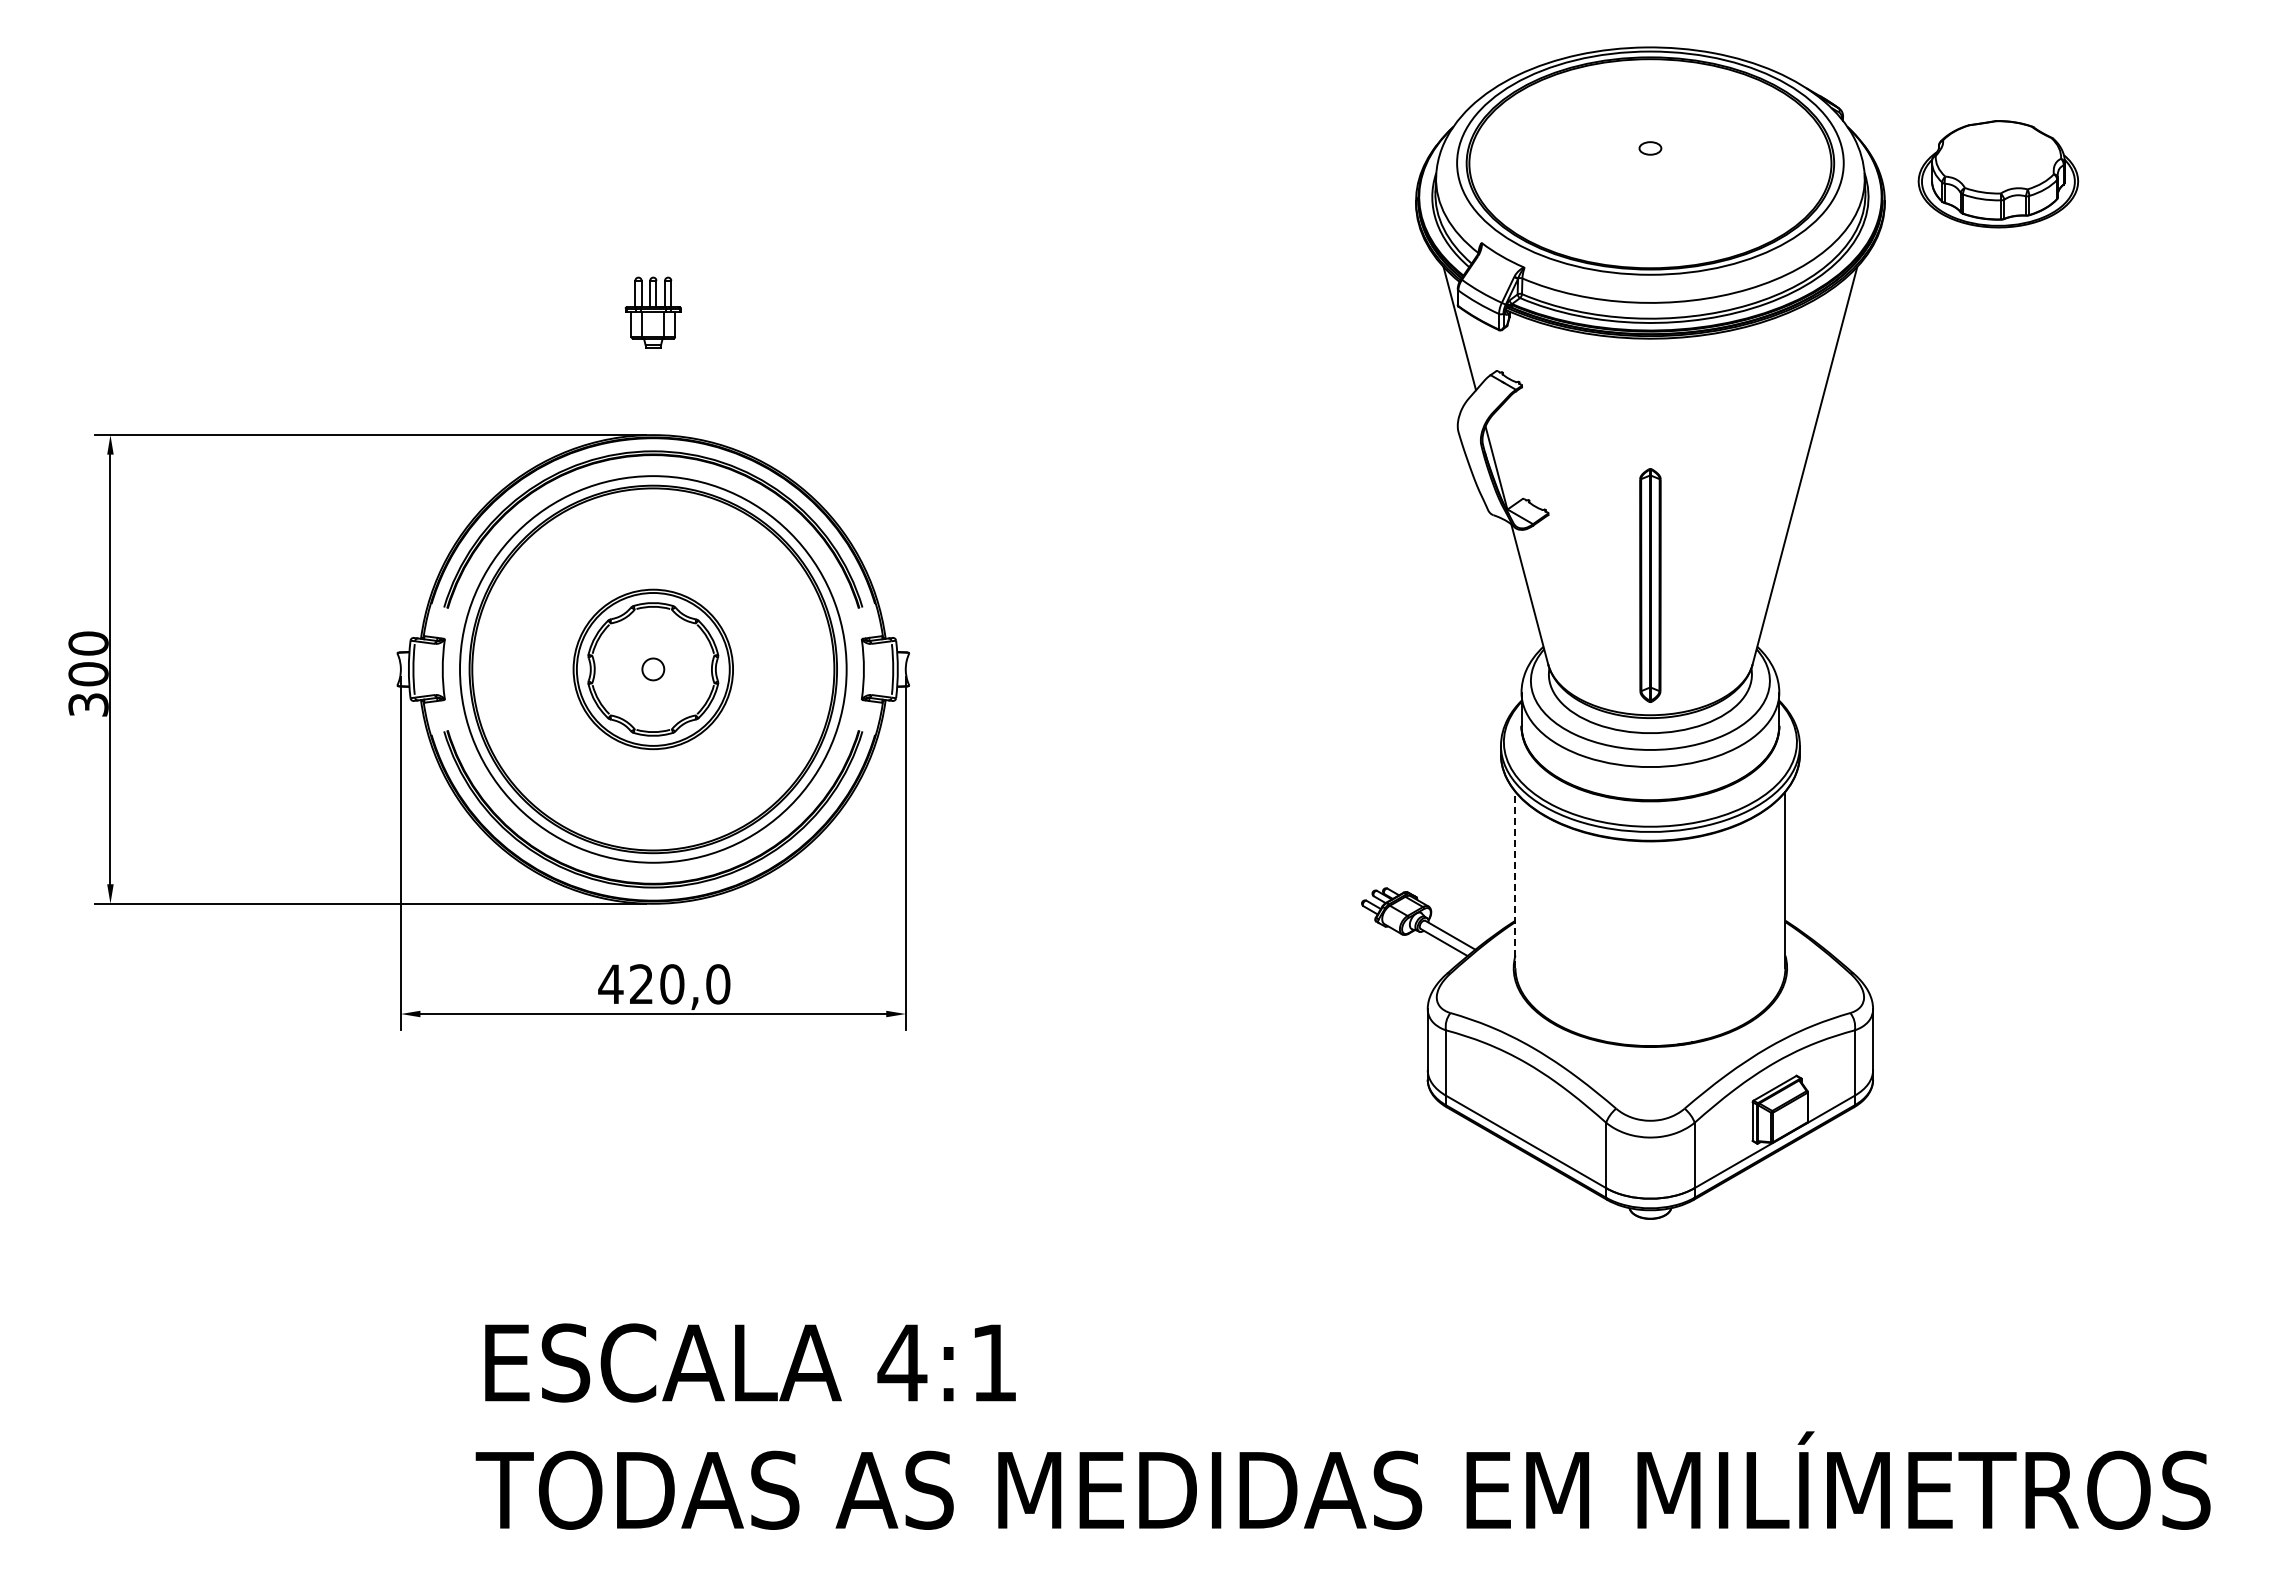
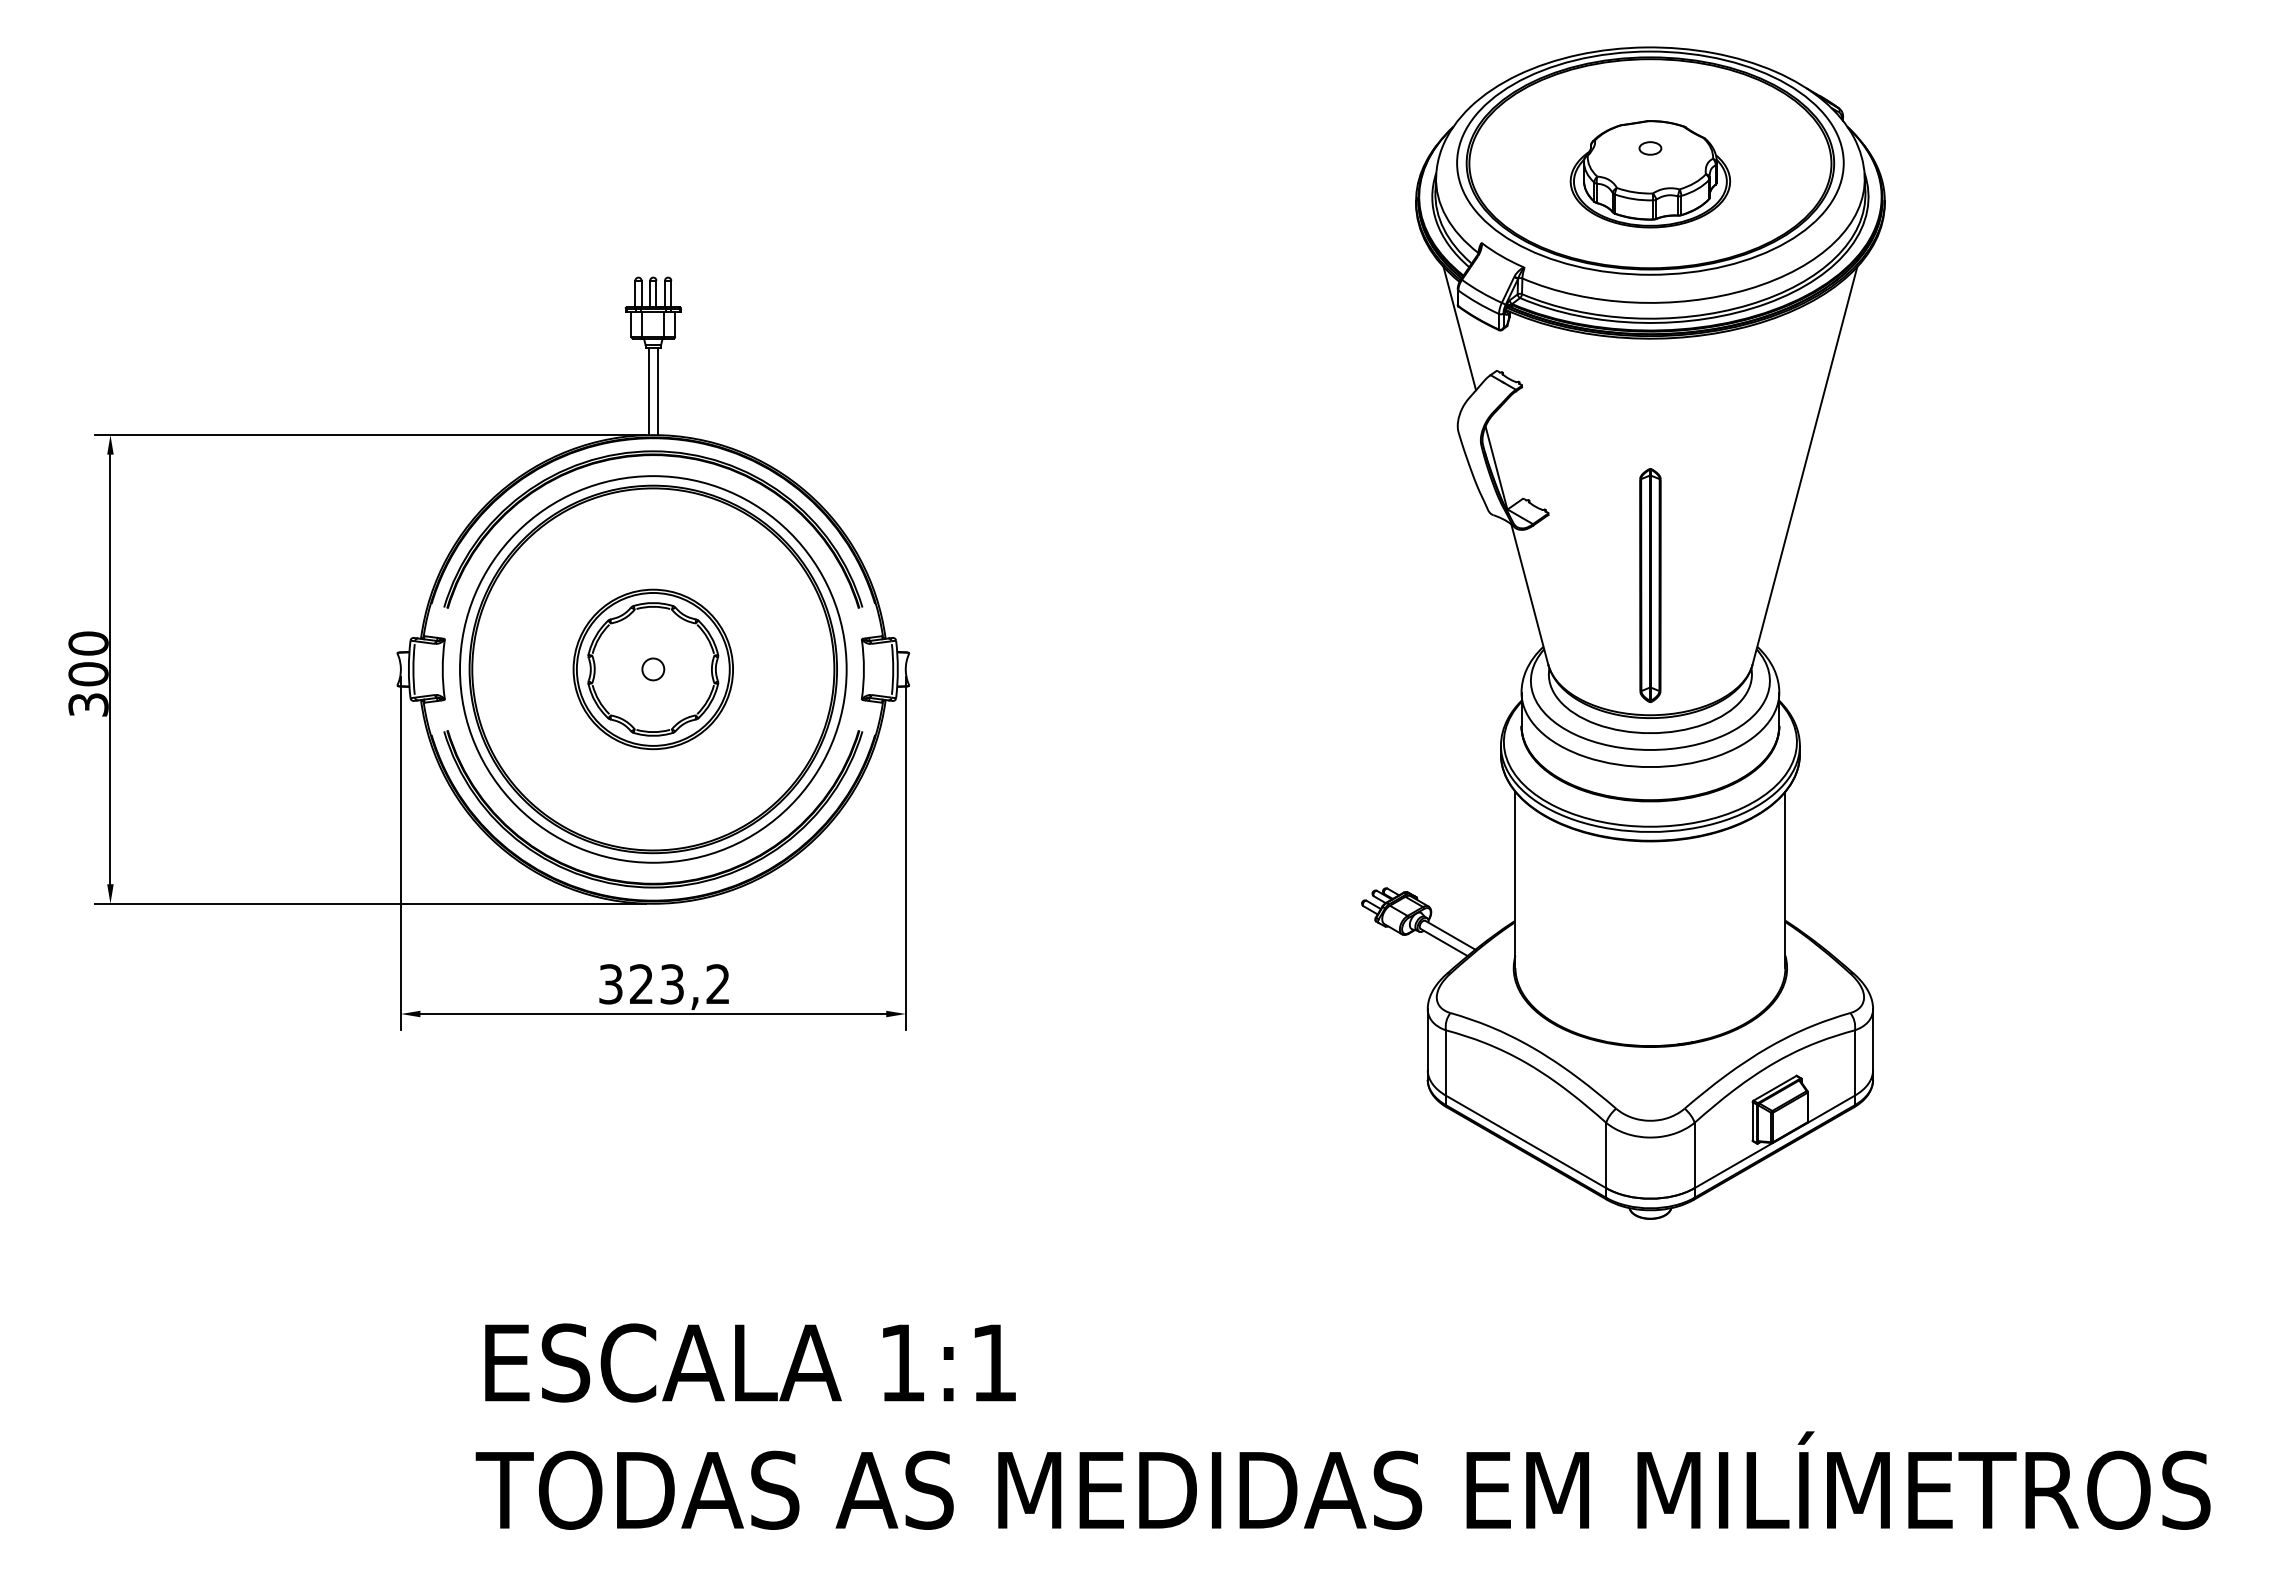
part at (1998, 174) position: (1998, 174) -> (1650, 174)
line at (648, 391): none -> present
line at (658, 391): none -> present
line at (1515, 879): dashed -> solid
text at (664, 984): 420,0 -> 323,2
text at (902, 1362): 4:1 -> 1:1
